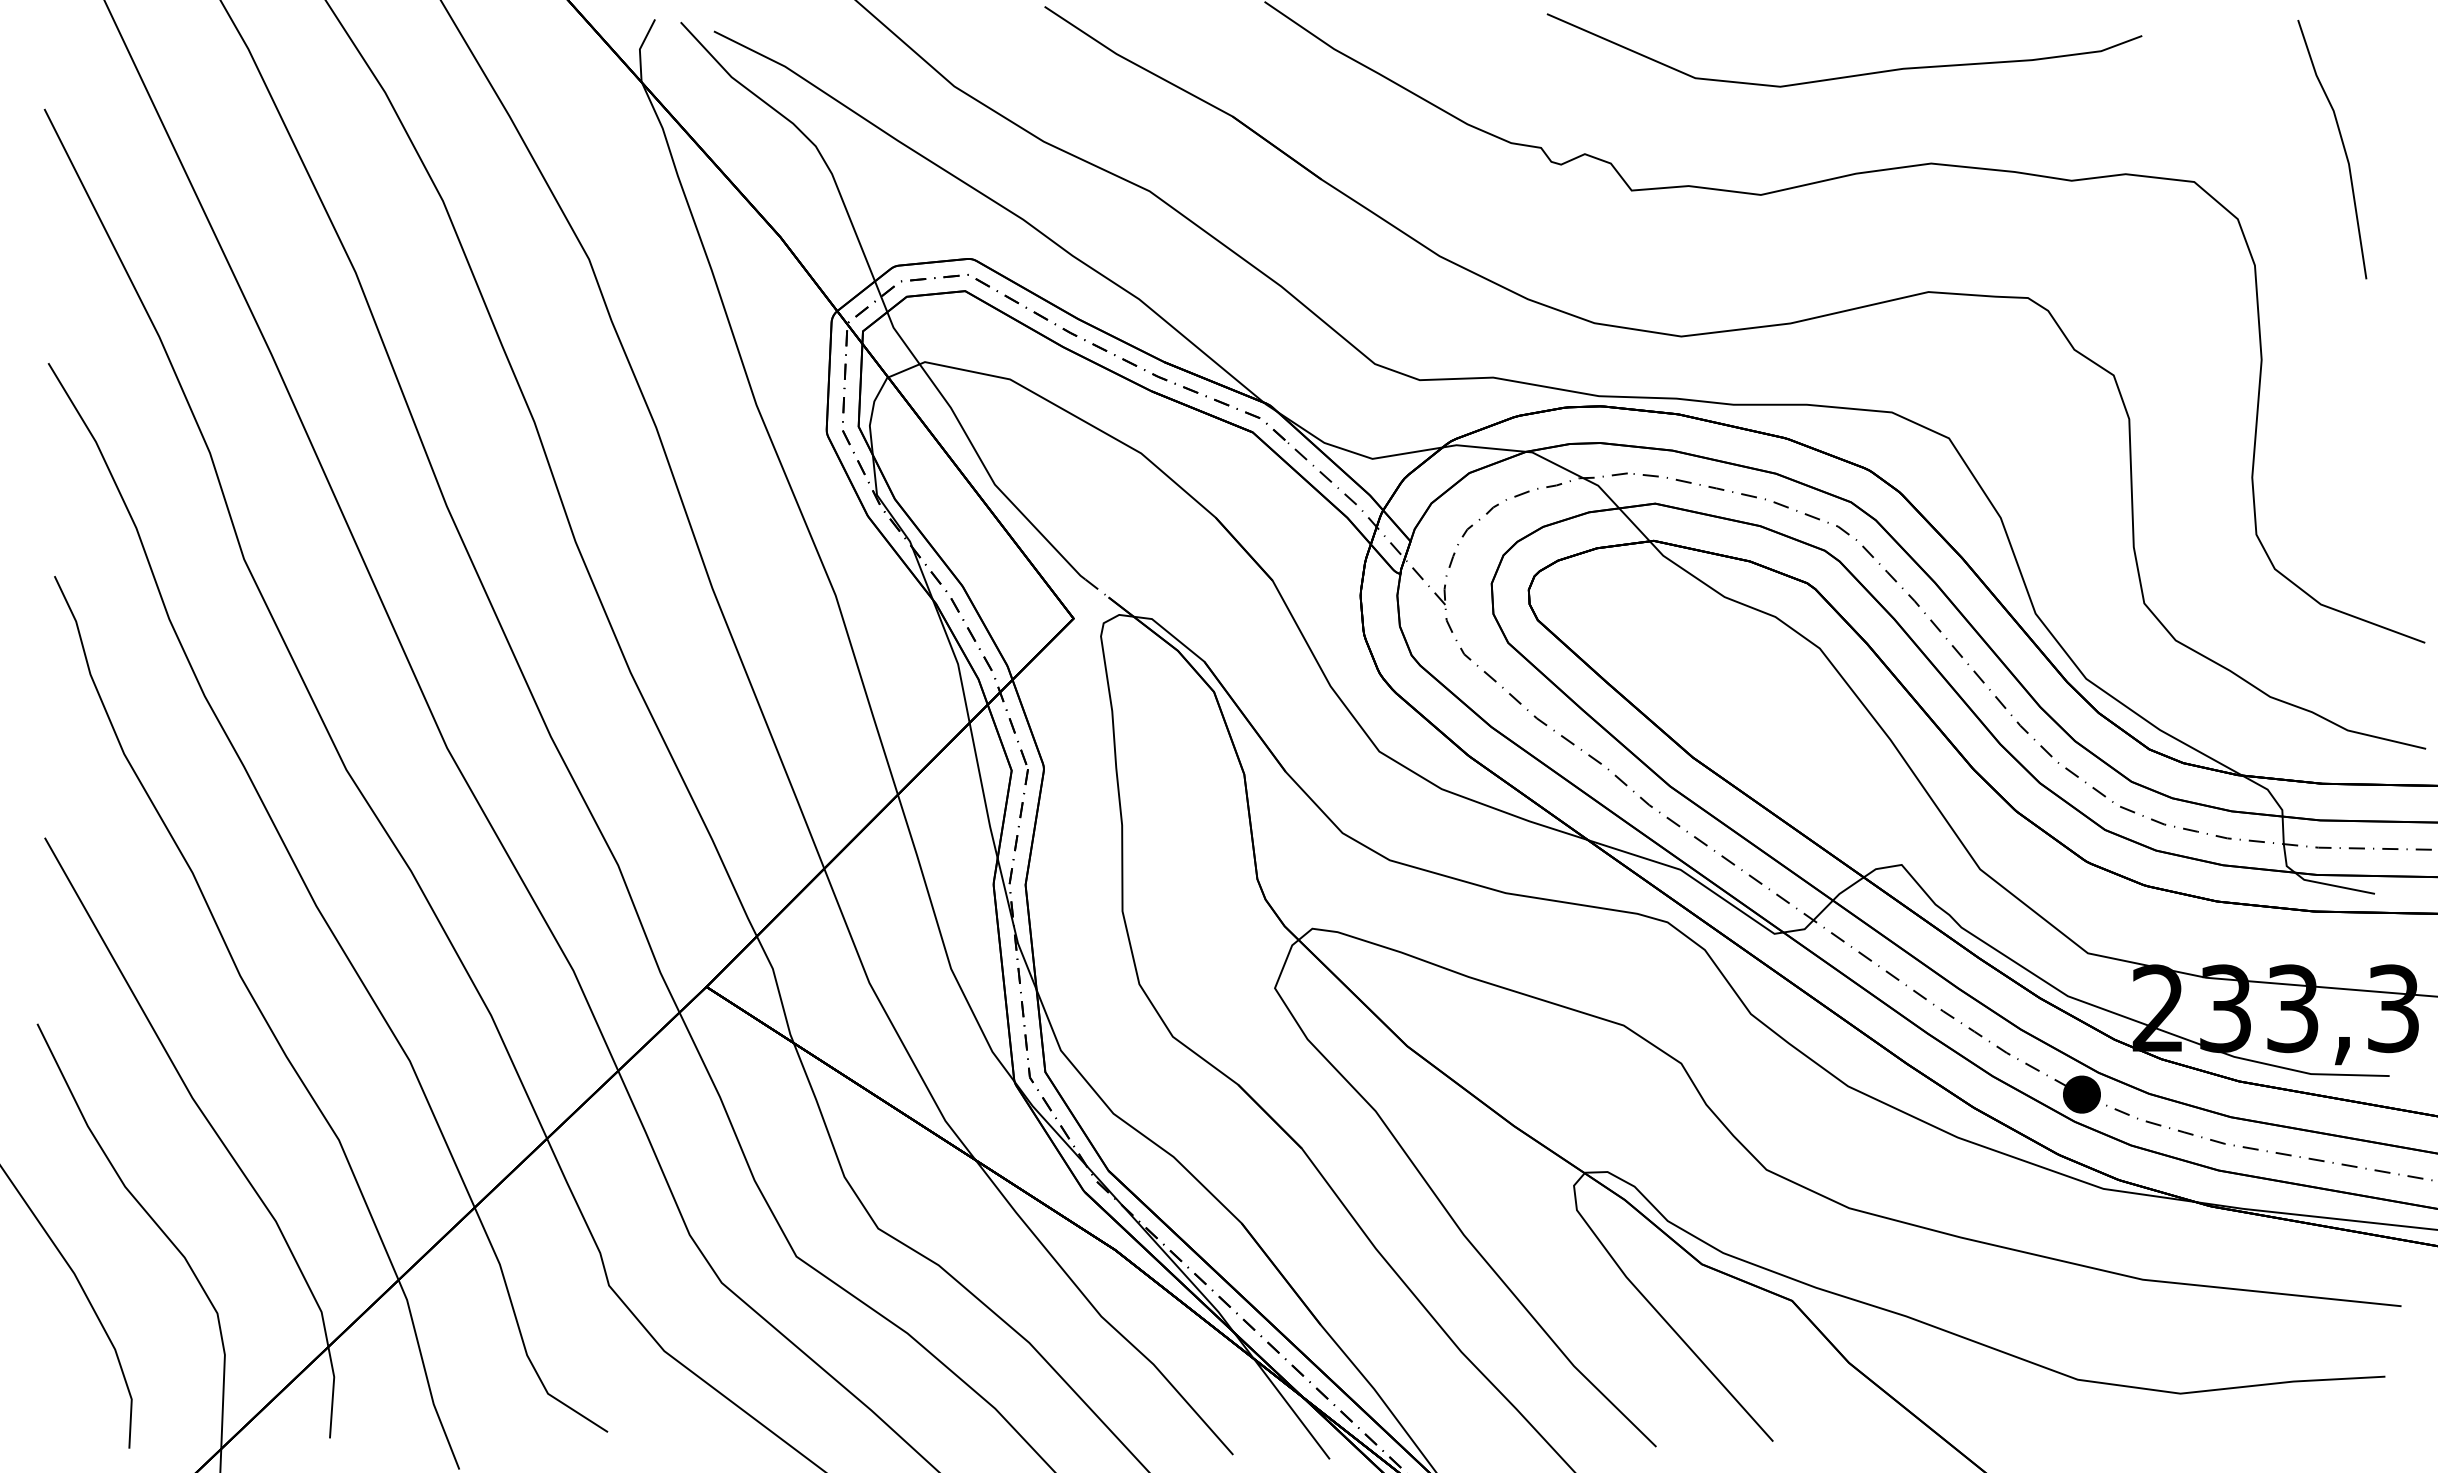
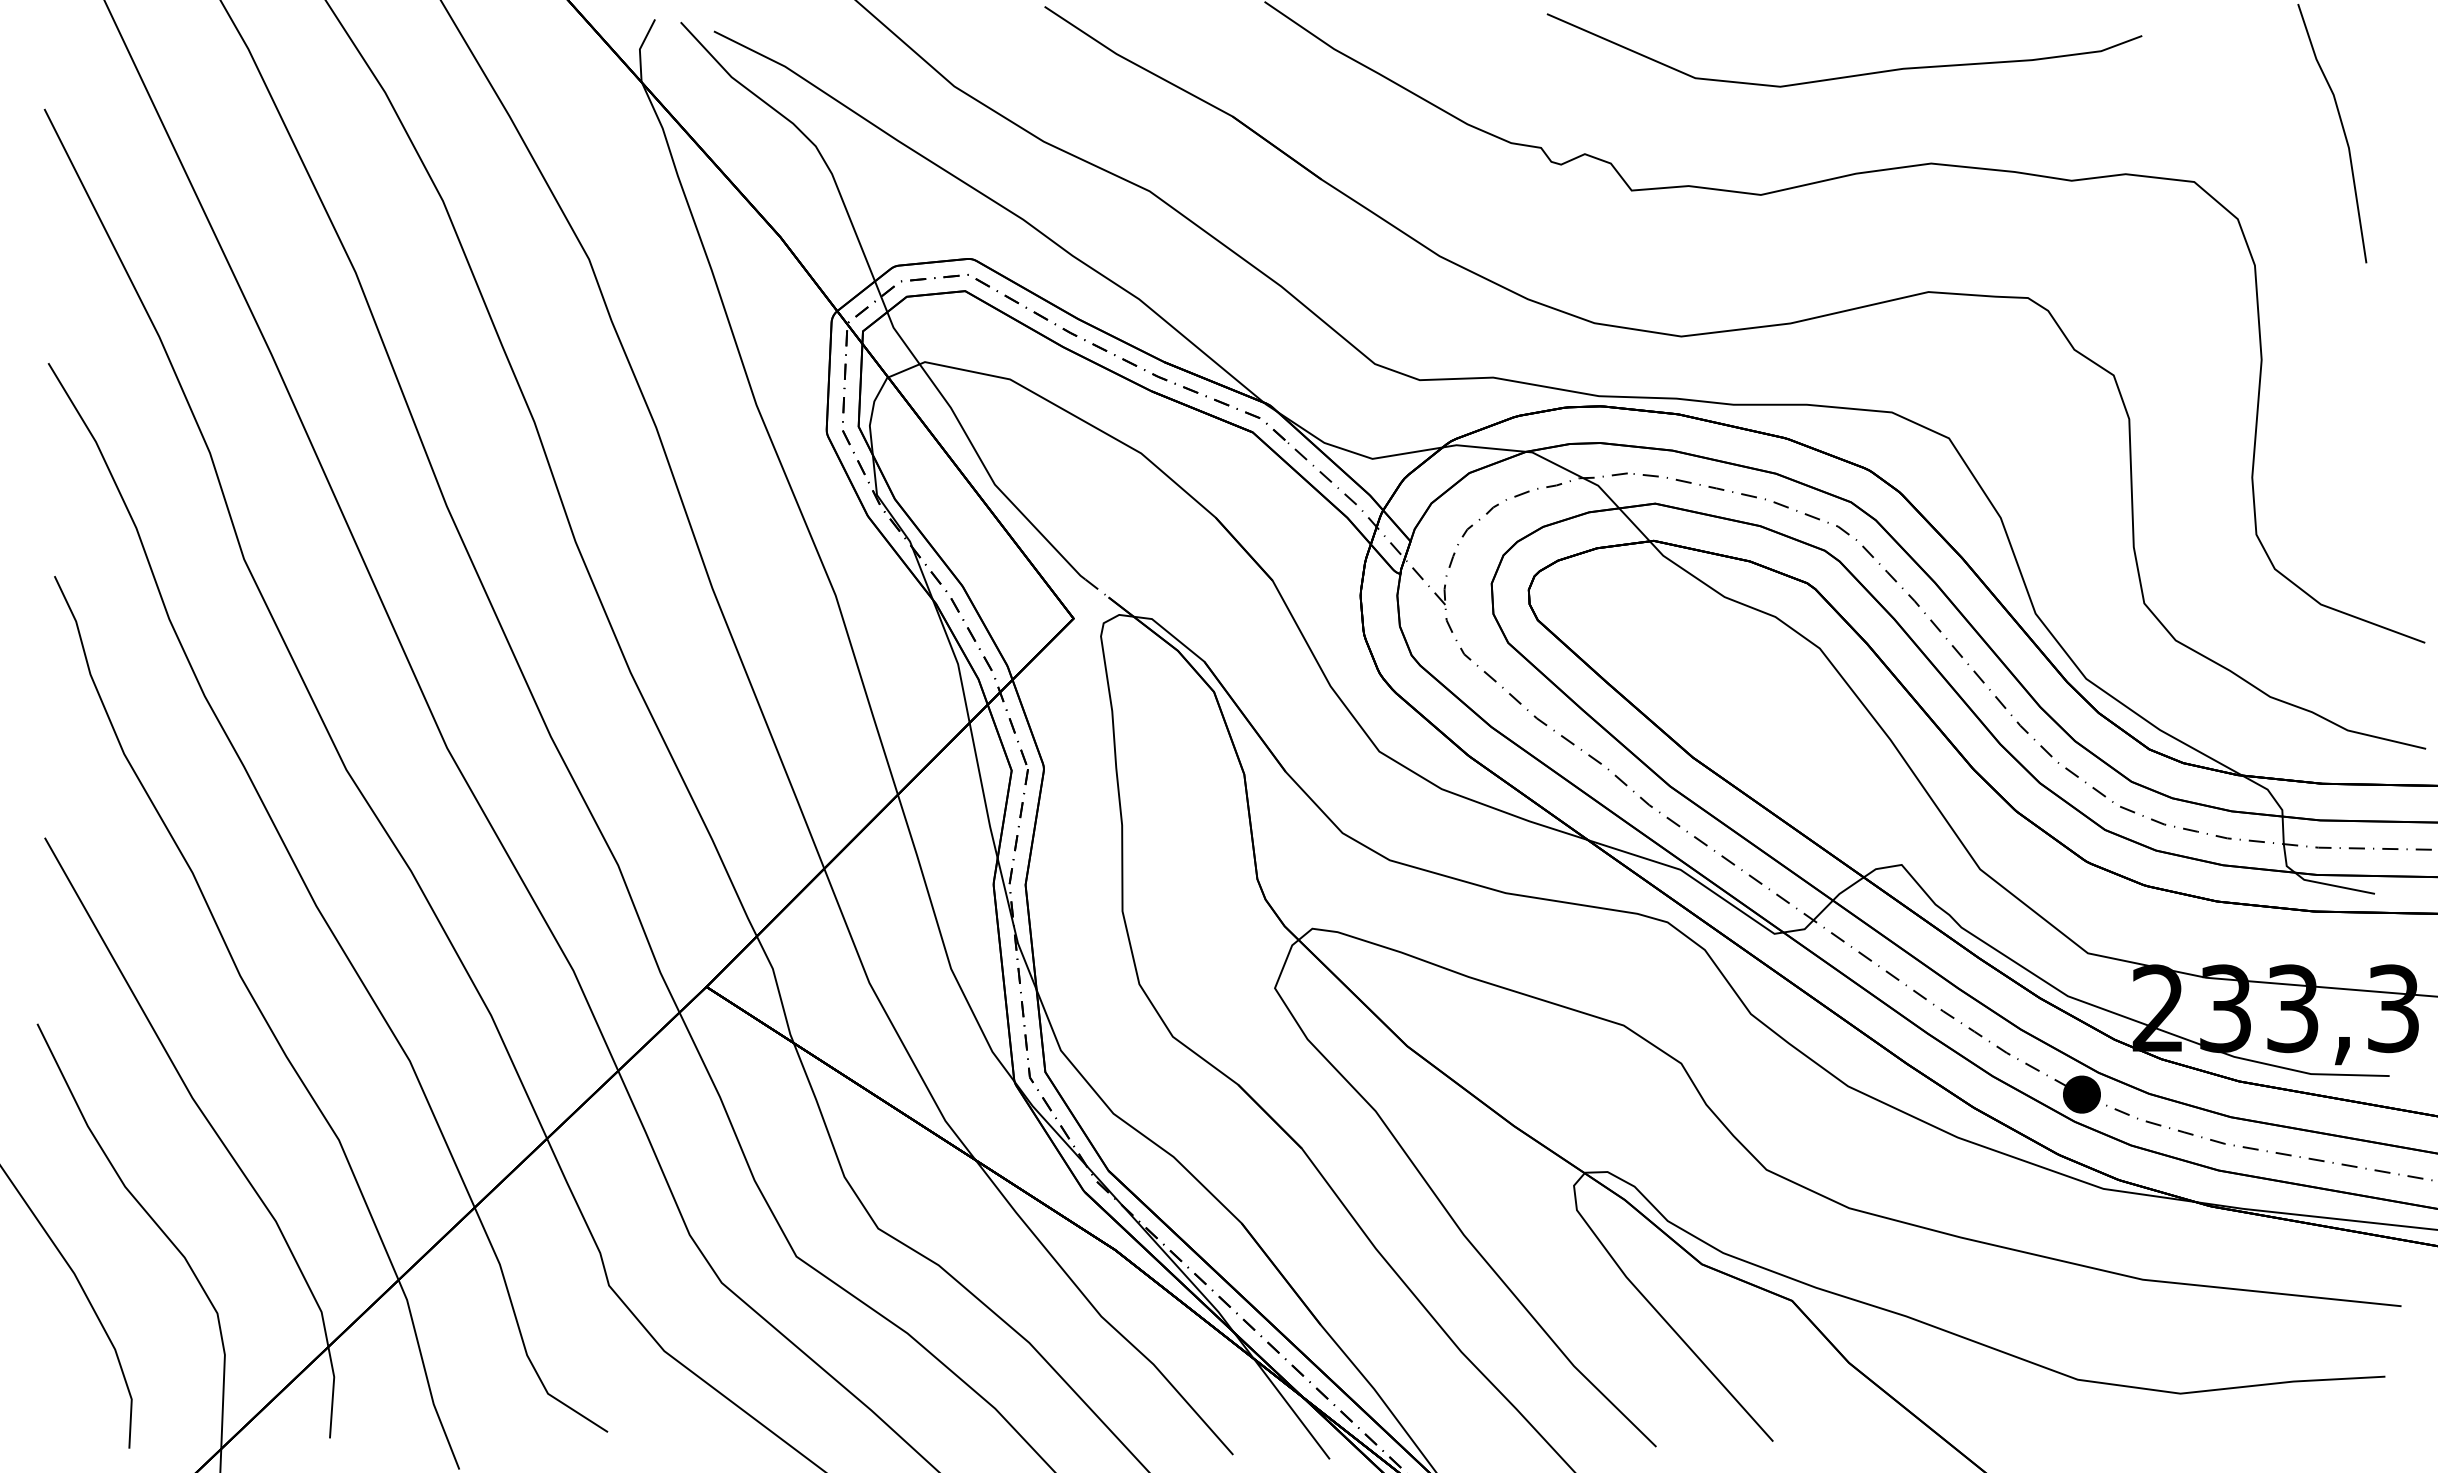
line at (2342, 145) position: (2342, 145) -> (2342, 129)
